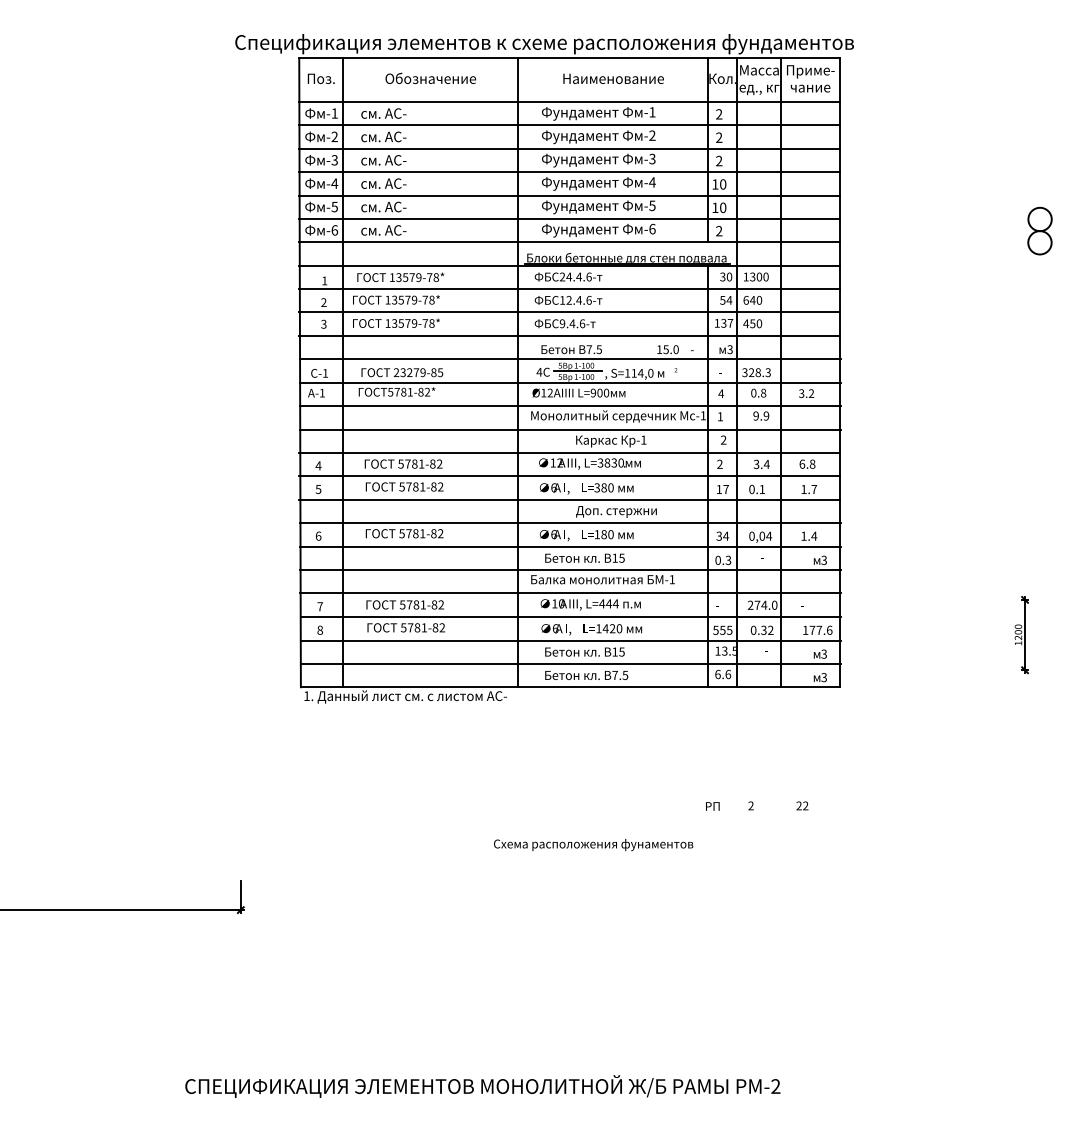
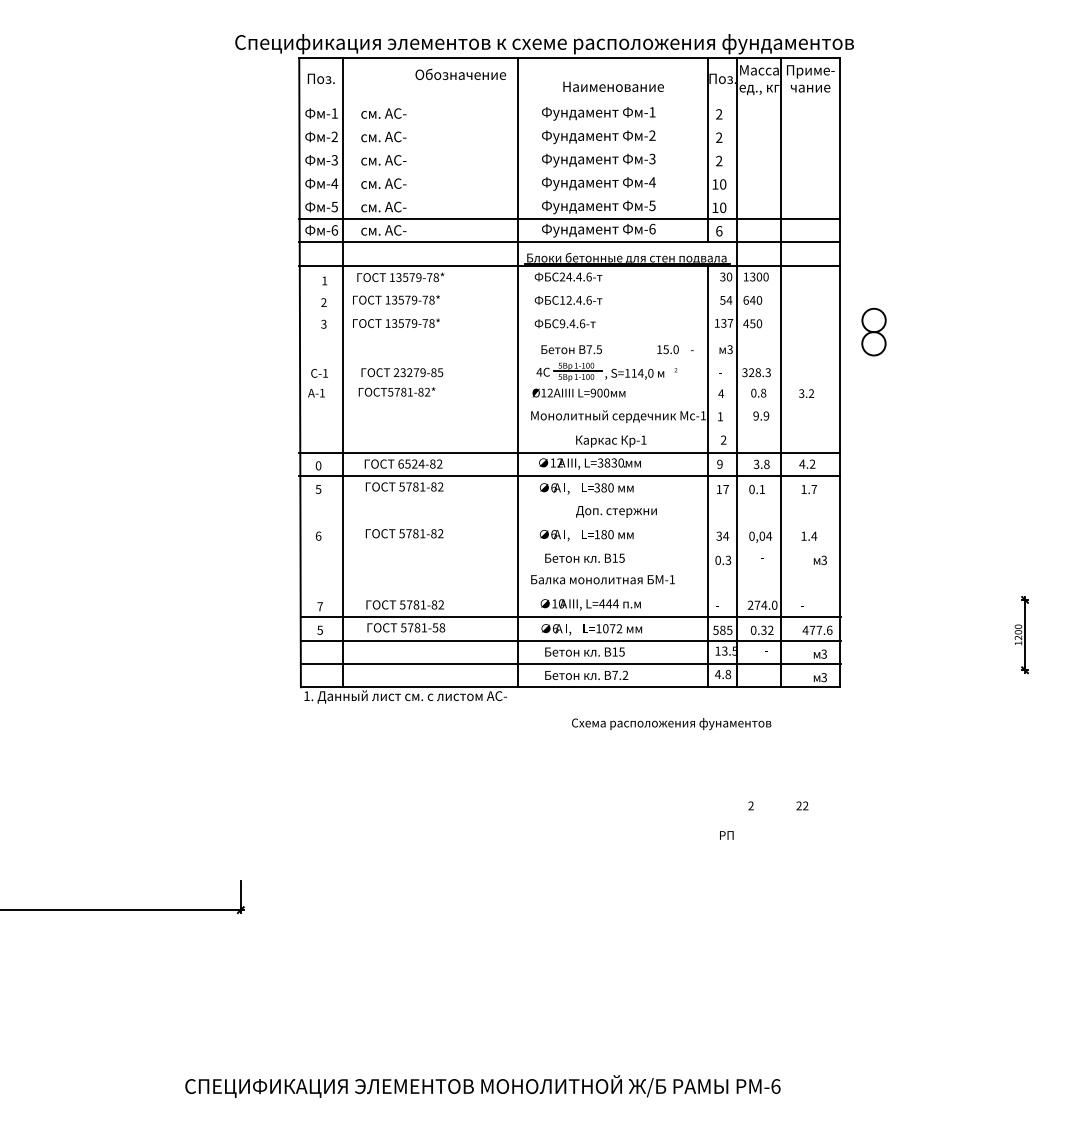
text at (430, 77) position: (430, 77) -> (460, 73)
text at (613, 78) position: (613, 78) -> (613, 86)
text at (721, 78): Кол. -> Поз.
line at (569, 102): present -> none
line at (569, 125): present -> none
line at (569, 148): present -> none
line at (569, 172): present -> none
line at (569, 195): present -> none
part at (1039, 230) position: (1039, 230) -> (873, 331)
text at (719, 231): 2 -> 6
line at (569, 289): present -> none
line at (569, 312): present -> none
line at (569, 335): present -> none
line at (570, 359): present -> none
line at (570, 382): present -> none
line at (570, 406): present -> none
line at (570, 429): present -> none
text at (411, 463): 5781-82 -> 6524-82
text at (807, 463): 6.8 -> 4.2
text at (719, 464): 2 -> 9
text at (766, 464): 3.4 -> 3.8
text at (318, 465): 4 -> 0
line at (569, 499): present -> none
line at (570, 523): present -> none
line at (570, 546): present -> none
line at (570, 570): present -> none
line at (570, 593): present -> none
text at (438, 627): 5781-82 -> 5781-58
text at (612, 628): 1420 -> 1072
text at (319, 629): 8 -> 5
text at (722, 629): 555 -> 585
text at (805, 630): 177.6 -> 477.6
text at (723, 674): 6.6 -> 4.8
text at (625, 675): 7.5 -> 7.2
text at (712, 806) position: (712, 806) -> (726, 835)
text at (593, 845) position: (593, 845) -> (671, 724)
text at (775, 1086): -2 -> -6
